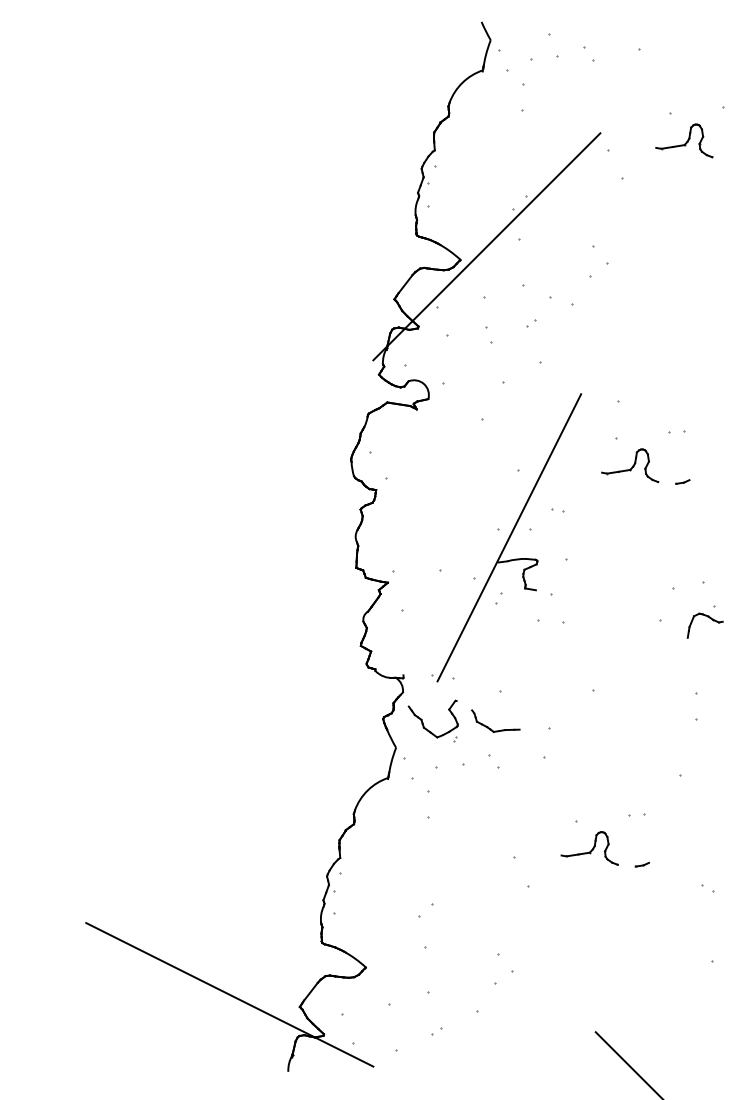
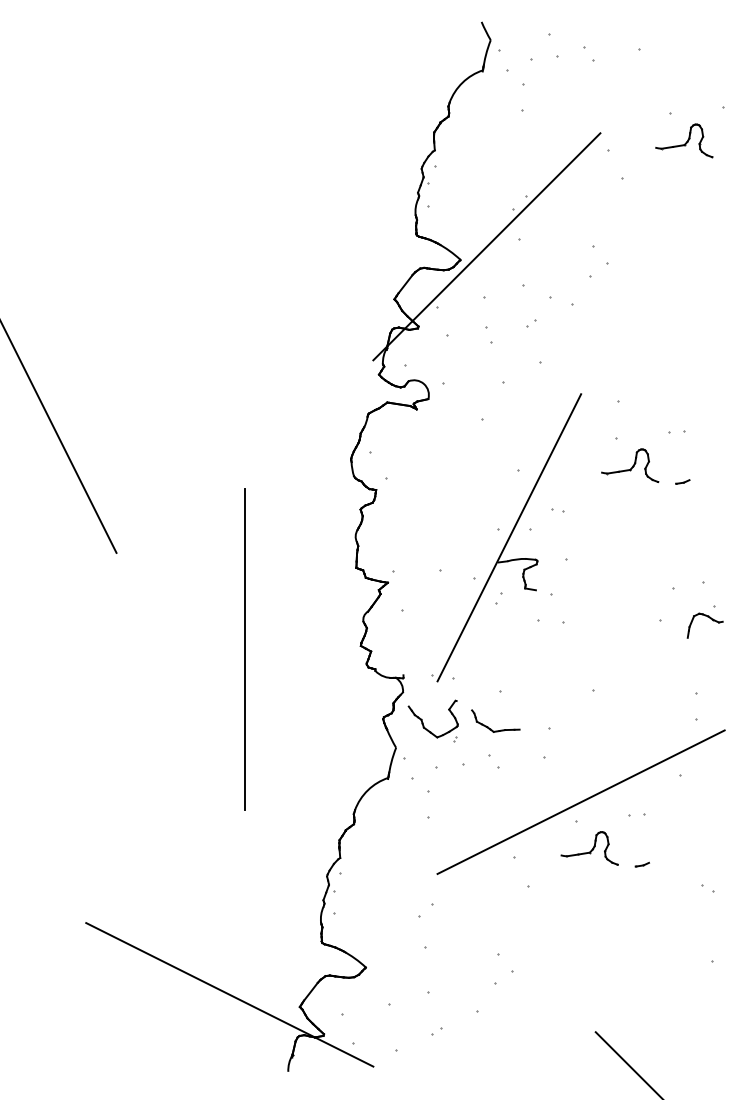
line at (59, 437): none -> present
line at (244, 649): none -> present
line at (580, 801): none -> present
